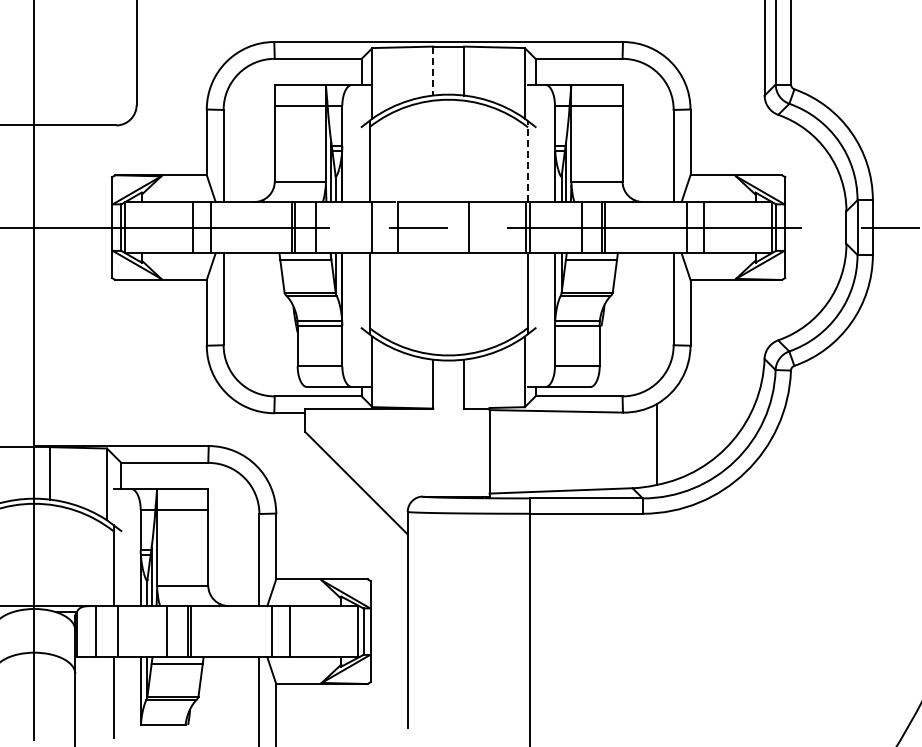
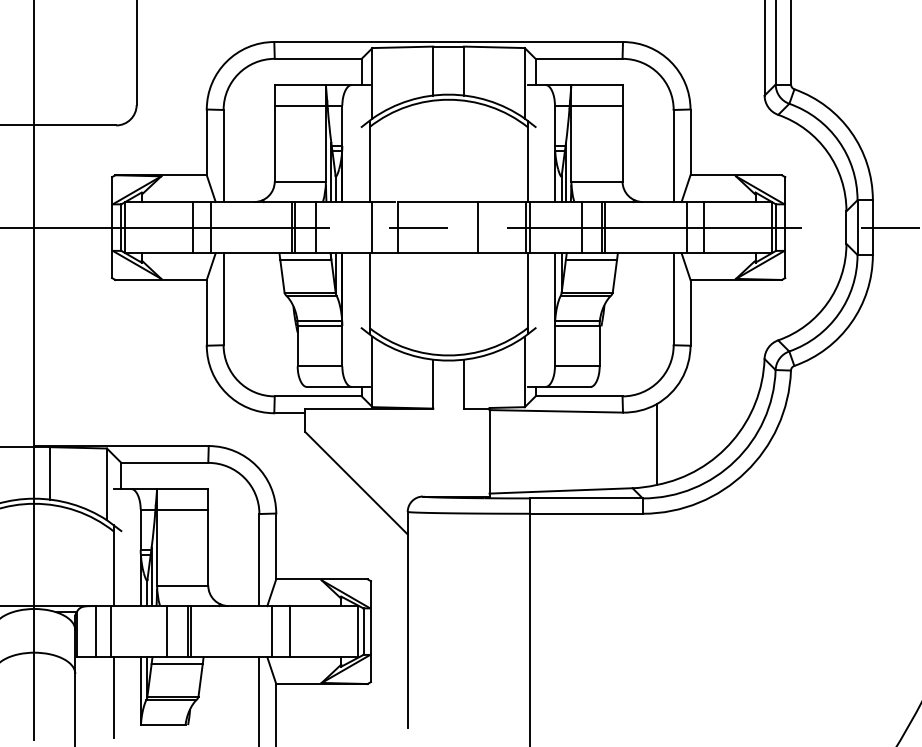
line at (433, 71): dashed -> solid
line at (528, 161): dashed -> solid
line at (468, 227) position: (468, 227) -> (477, 227)
line at (117, 631) position: (117, 631) -> (110, 631)
